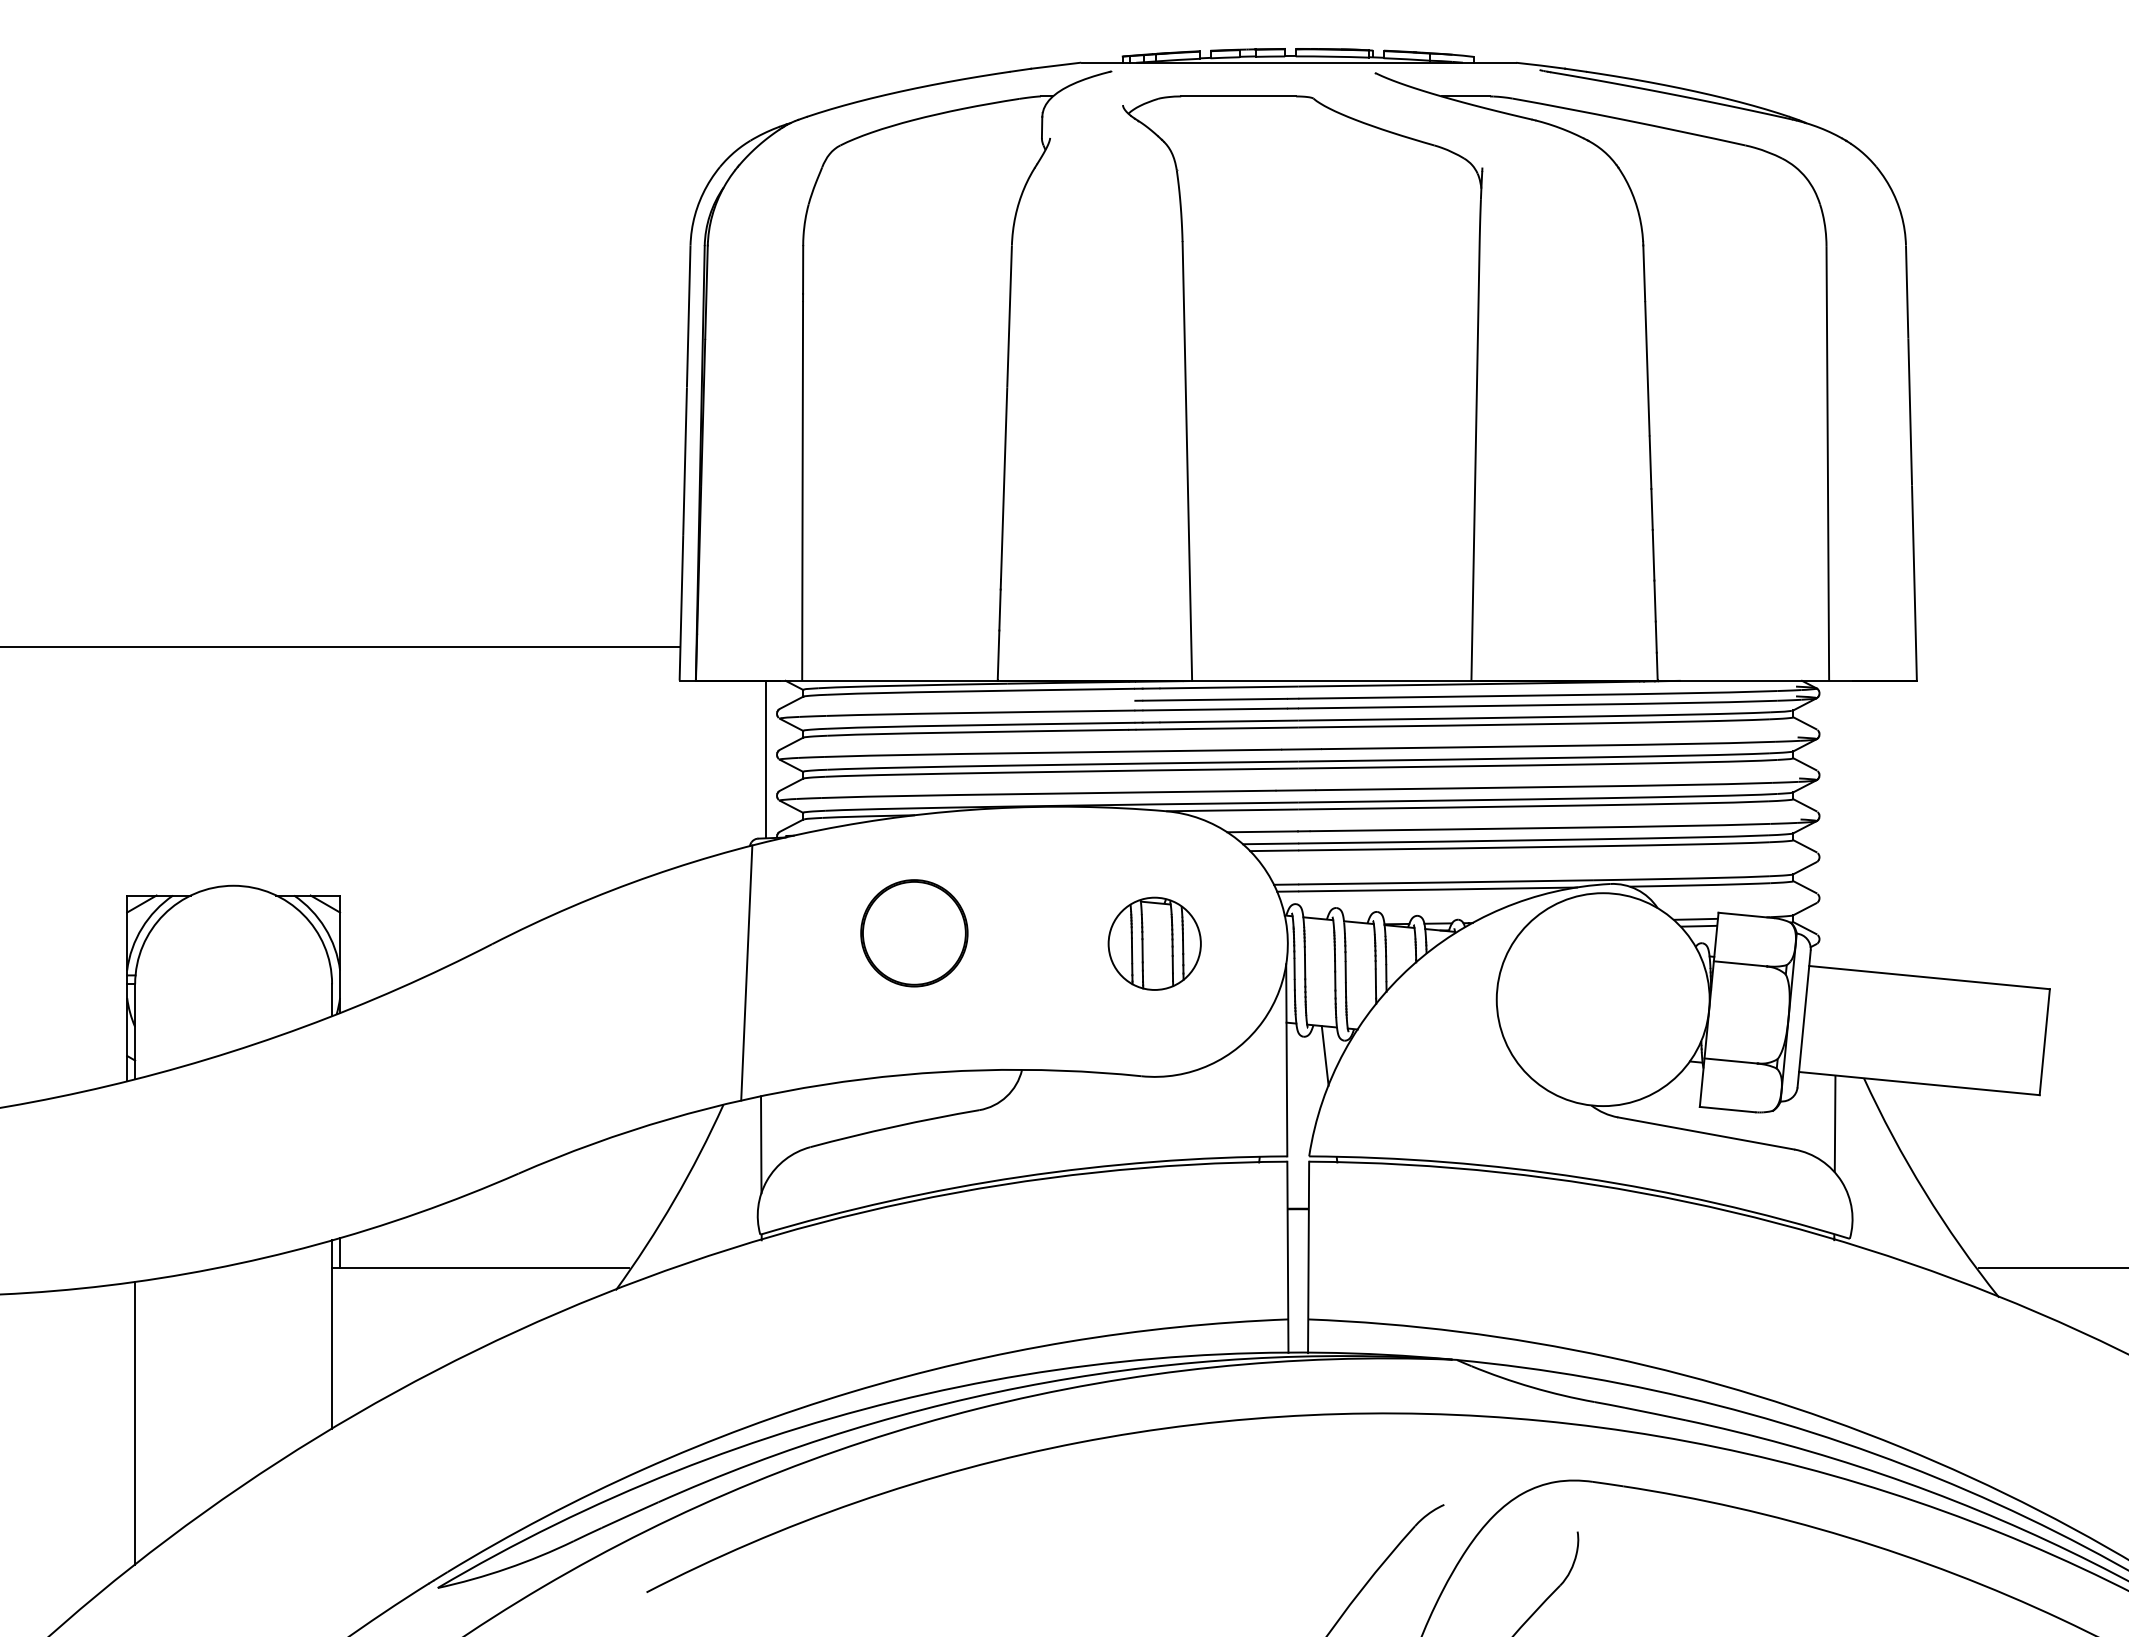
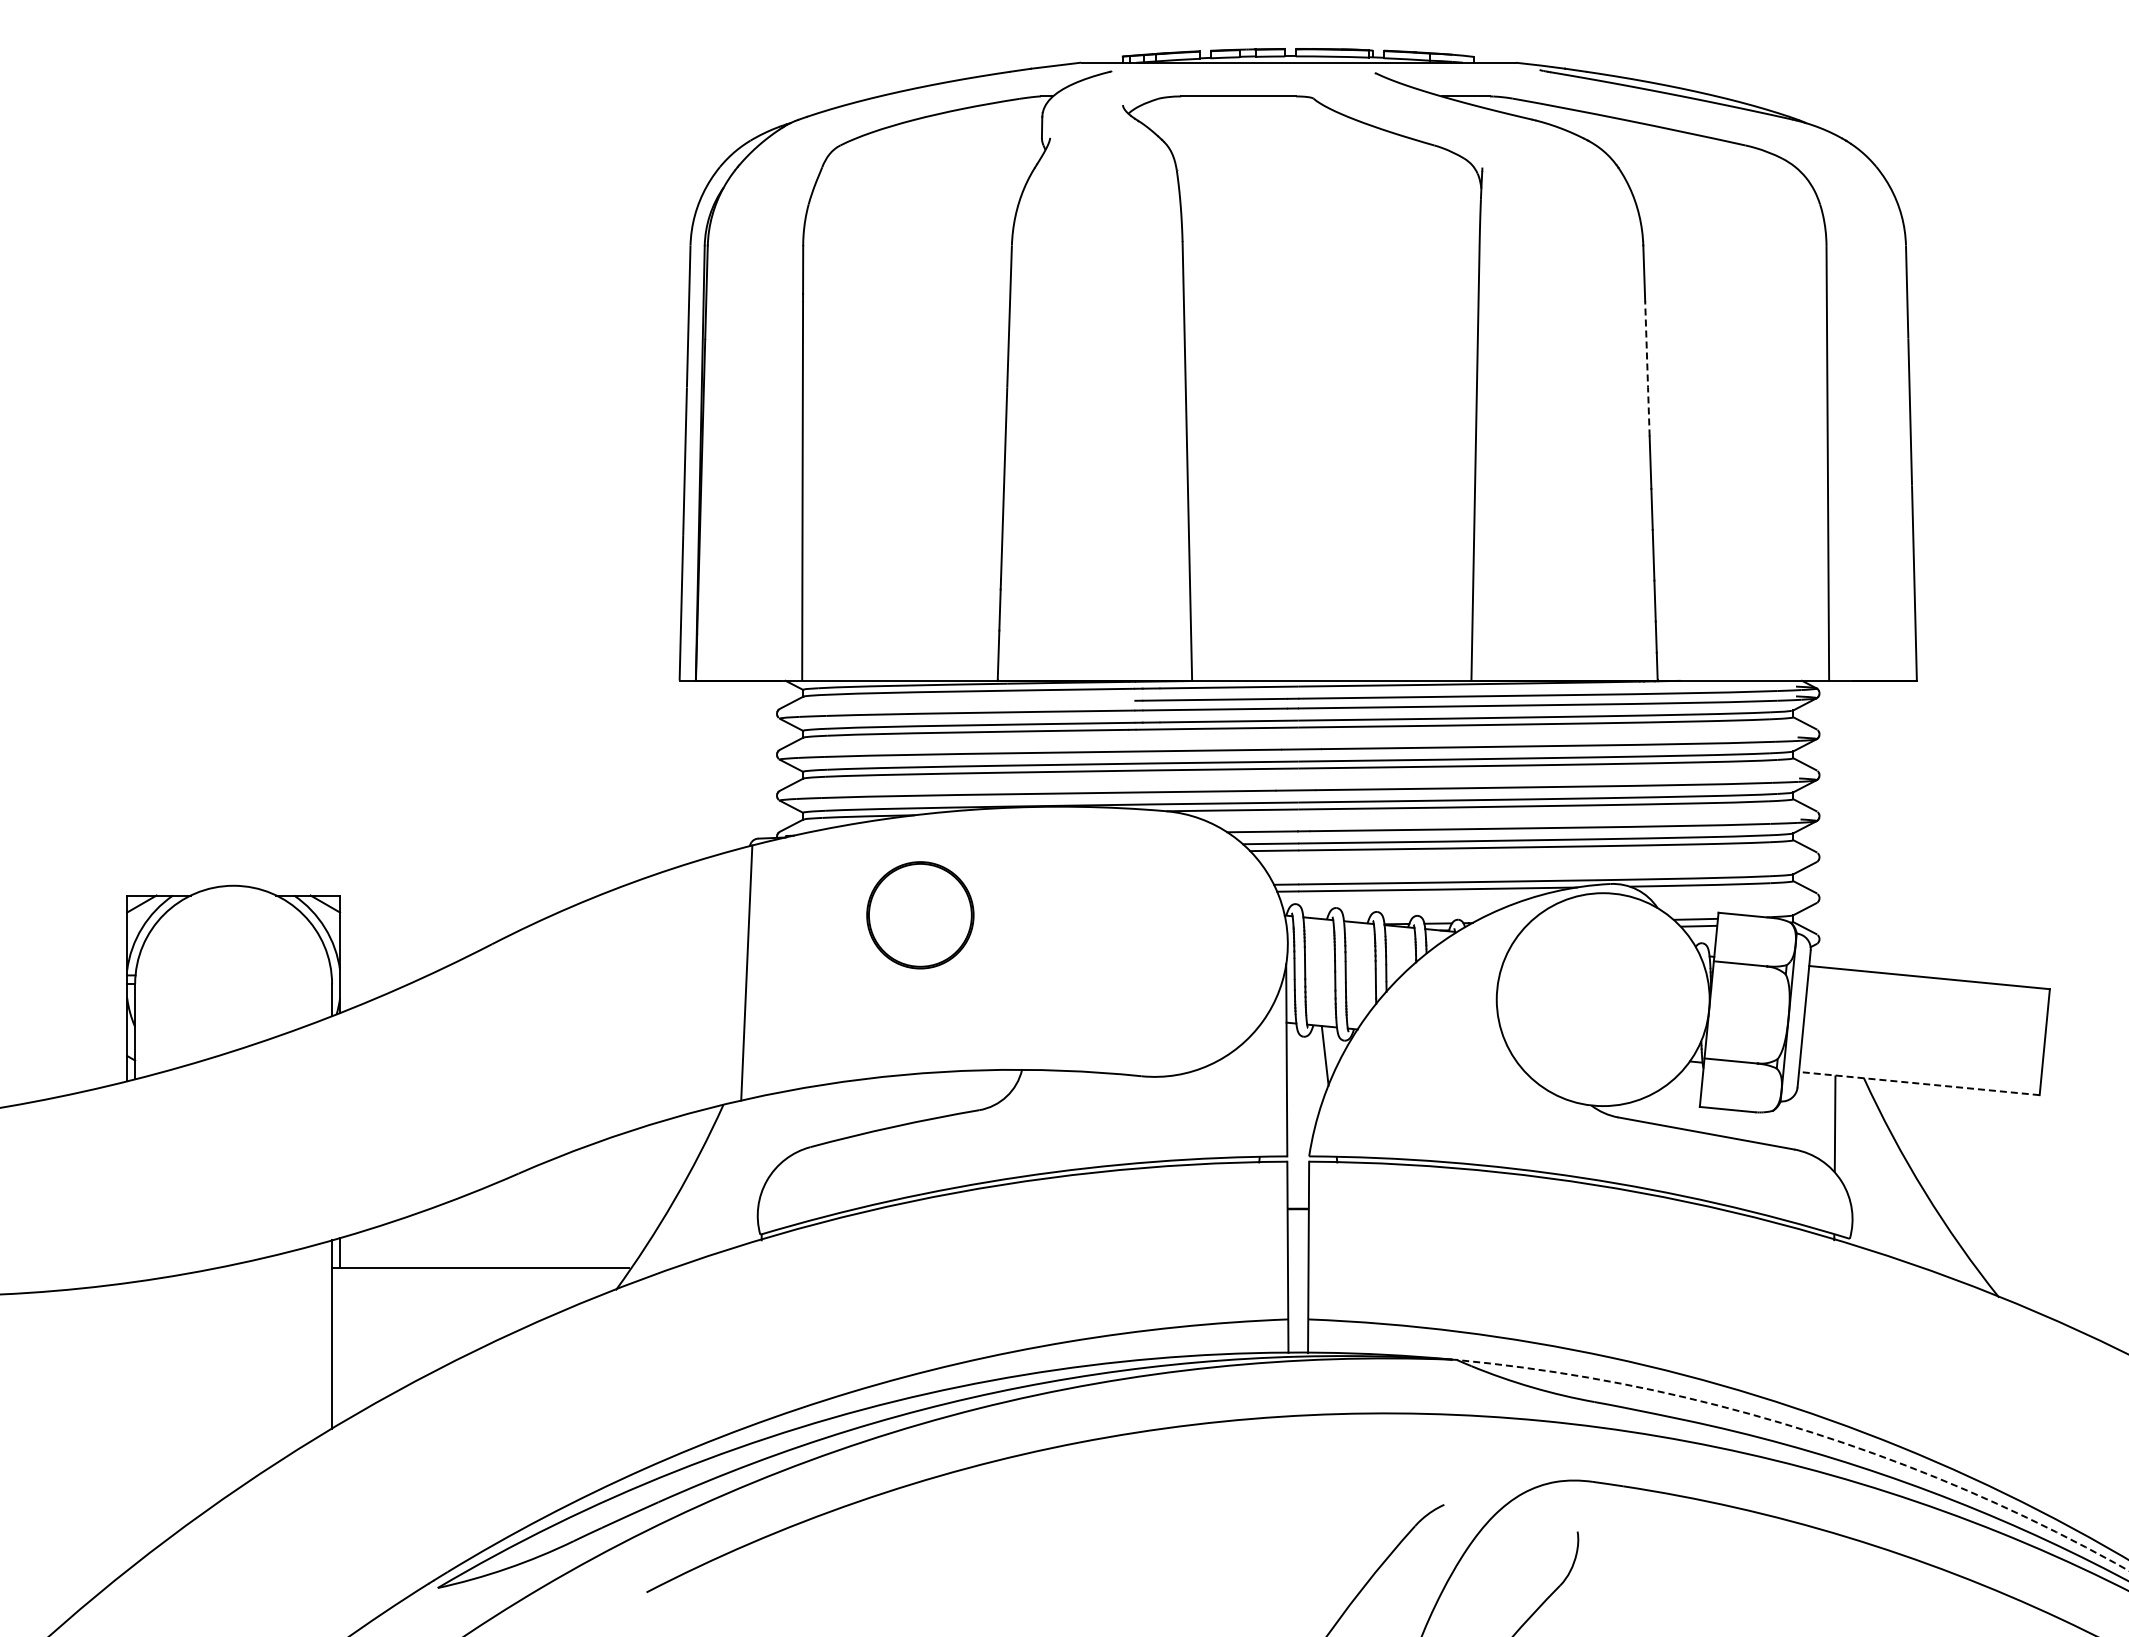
line at (1647, 369): solid -> dashed
line at (341, 647): present -> none
line at (765, 759): present -> none
part at (914, 933) position: (914, 933) -> (920, 915)
part at (1154, 943): present -> none
line at (1919, 1083): solid -> dashed
line at (761, 1144): present -> none
line at (2052, 1268): present -> none
line at (135, 1422): present -> none
arc at (1801, 1429): solid -> dashed
